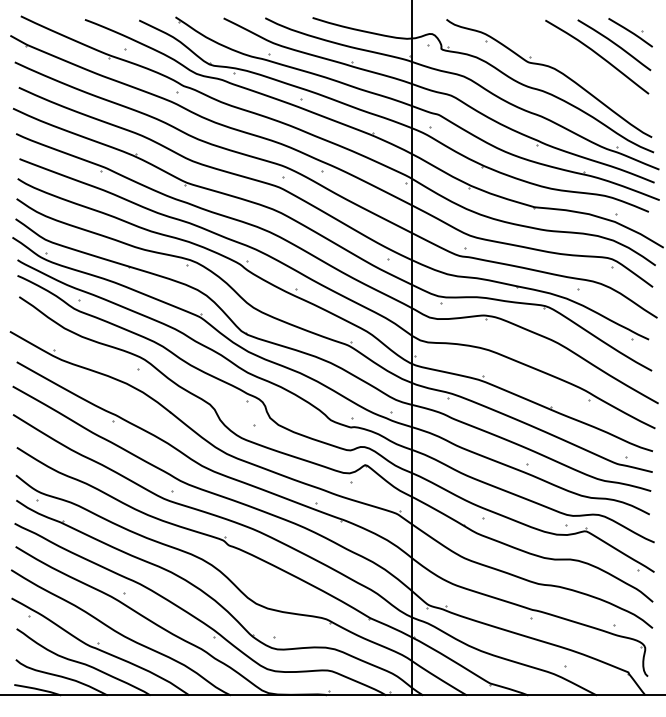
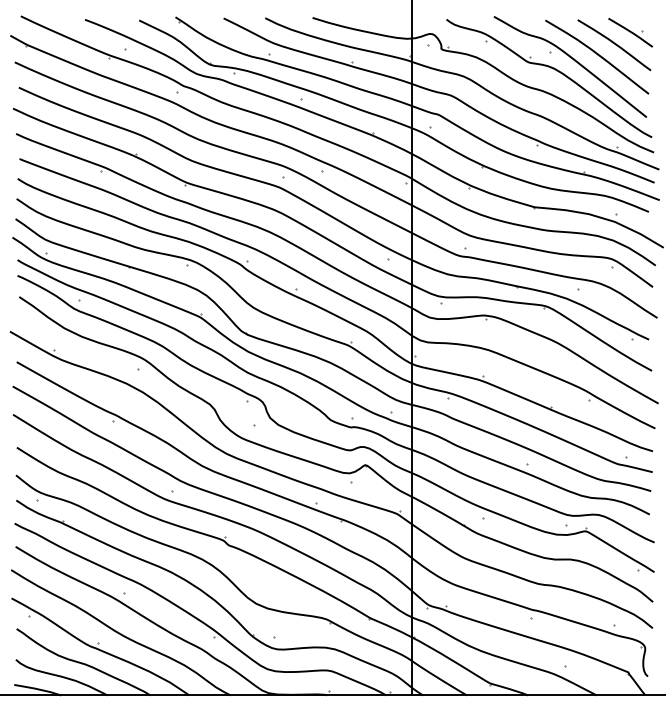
part at (574, 61): none -> present
